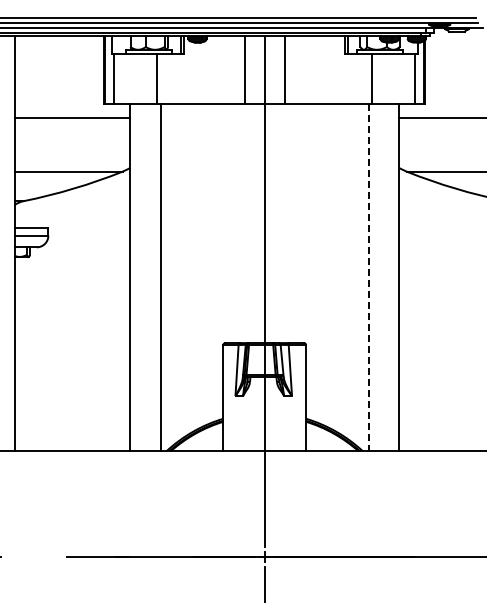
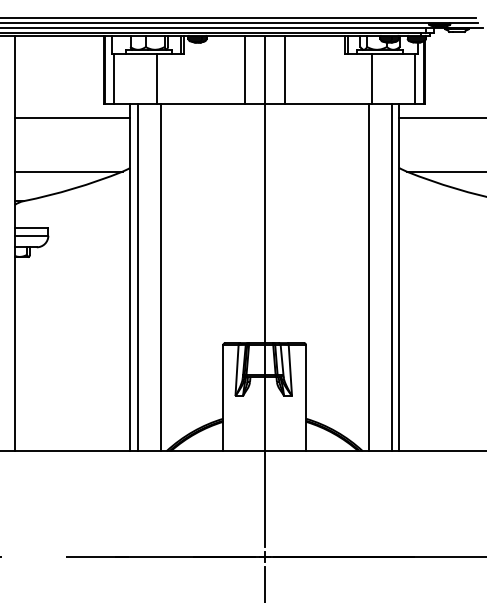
line at (137, 277): none -> present
line at (368, 277): dashed -> solid
line at (391, 277): none -> present
